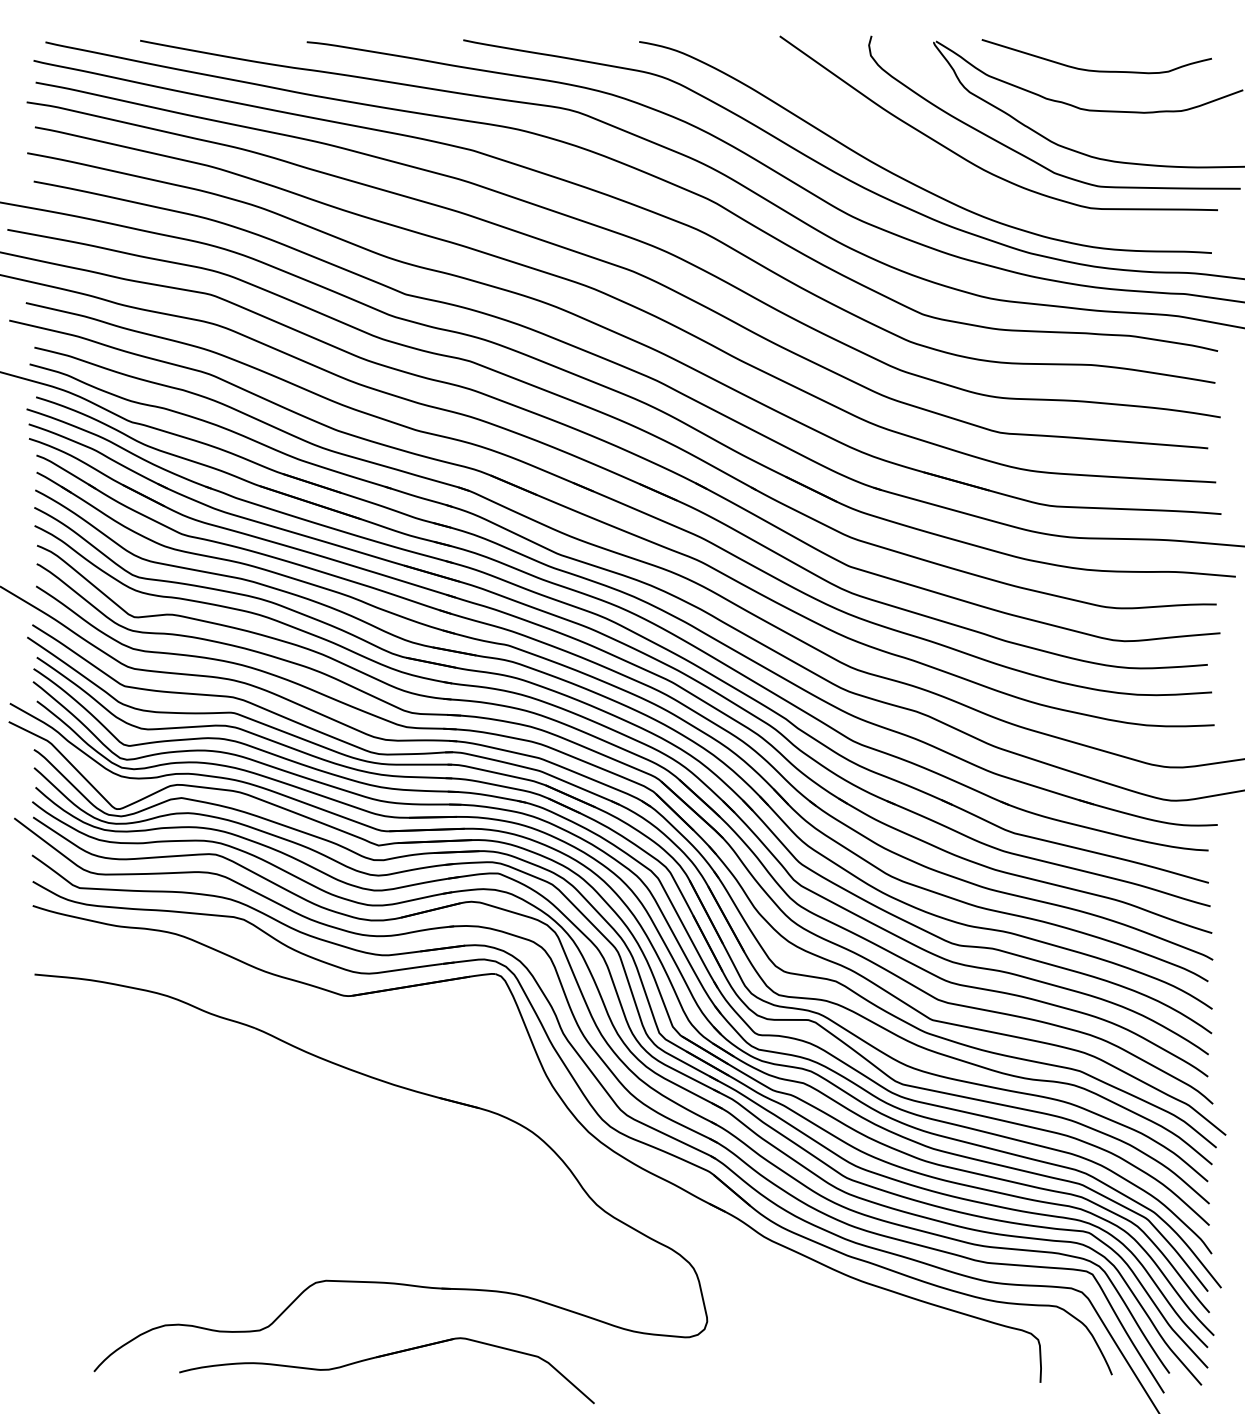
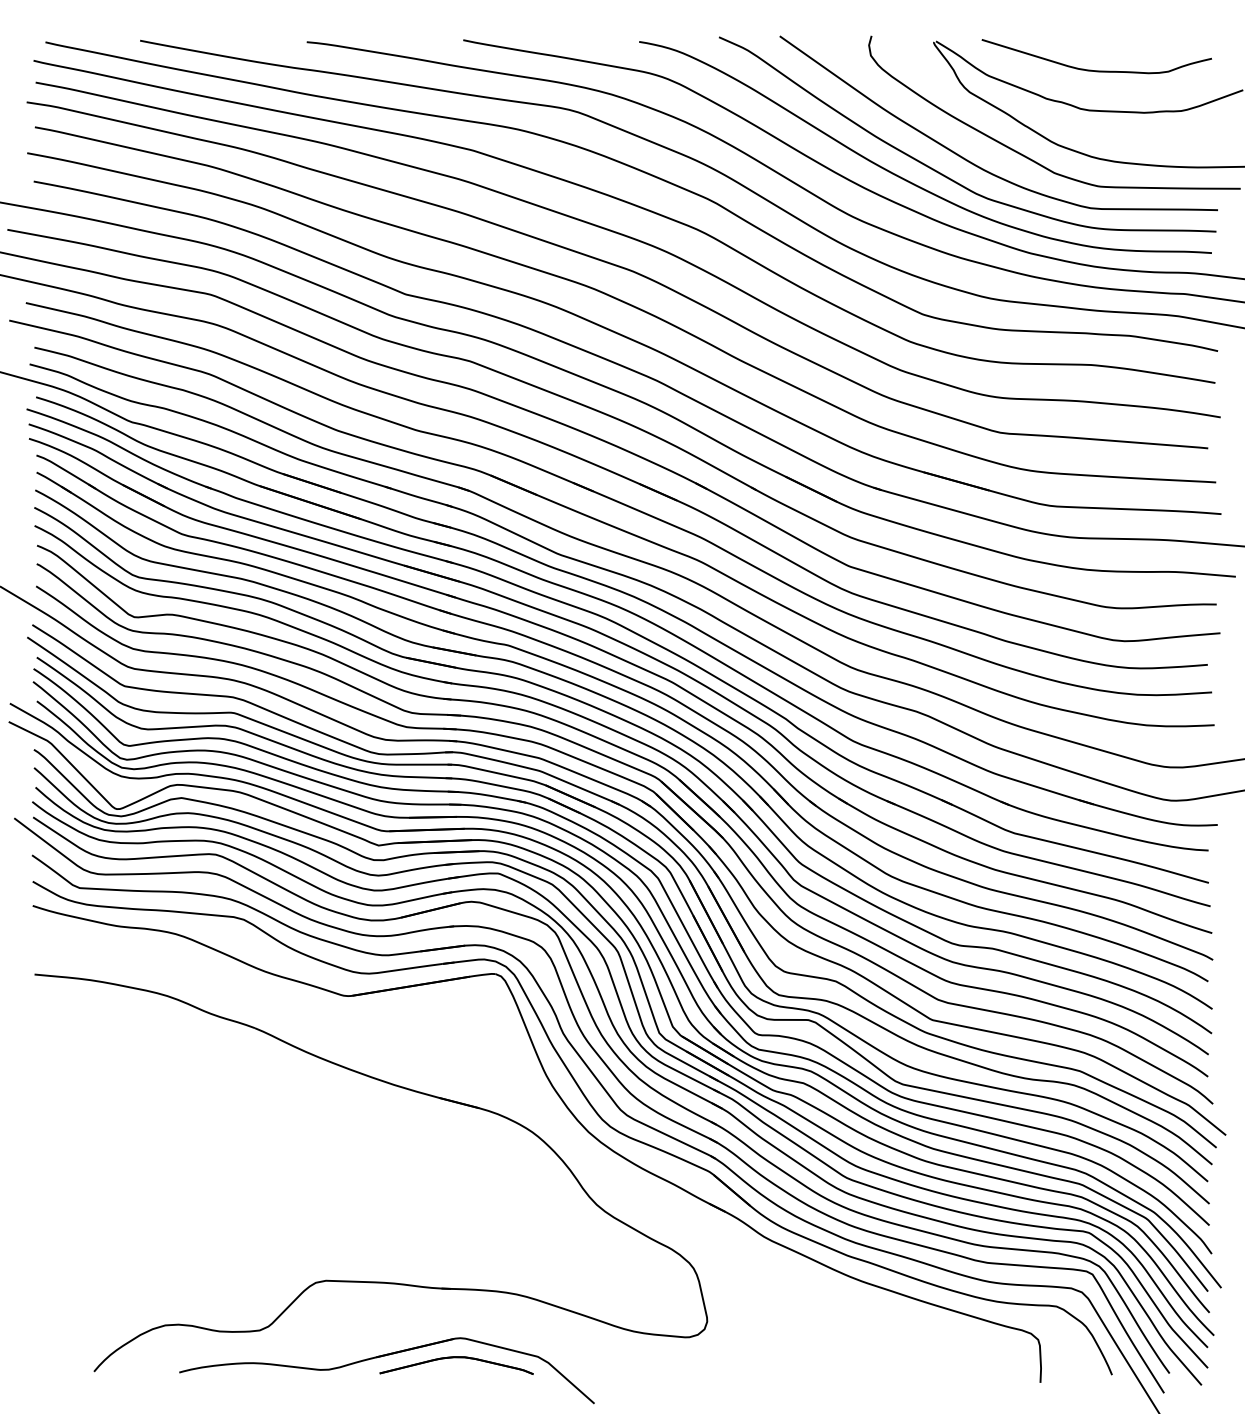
curve at (944, 174): none -> present
part at (456, 1358): none -> present
